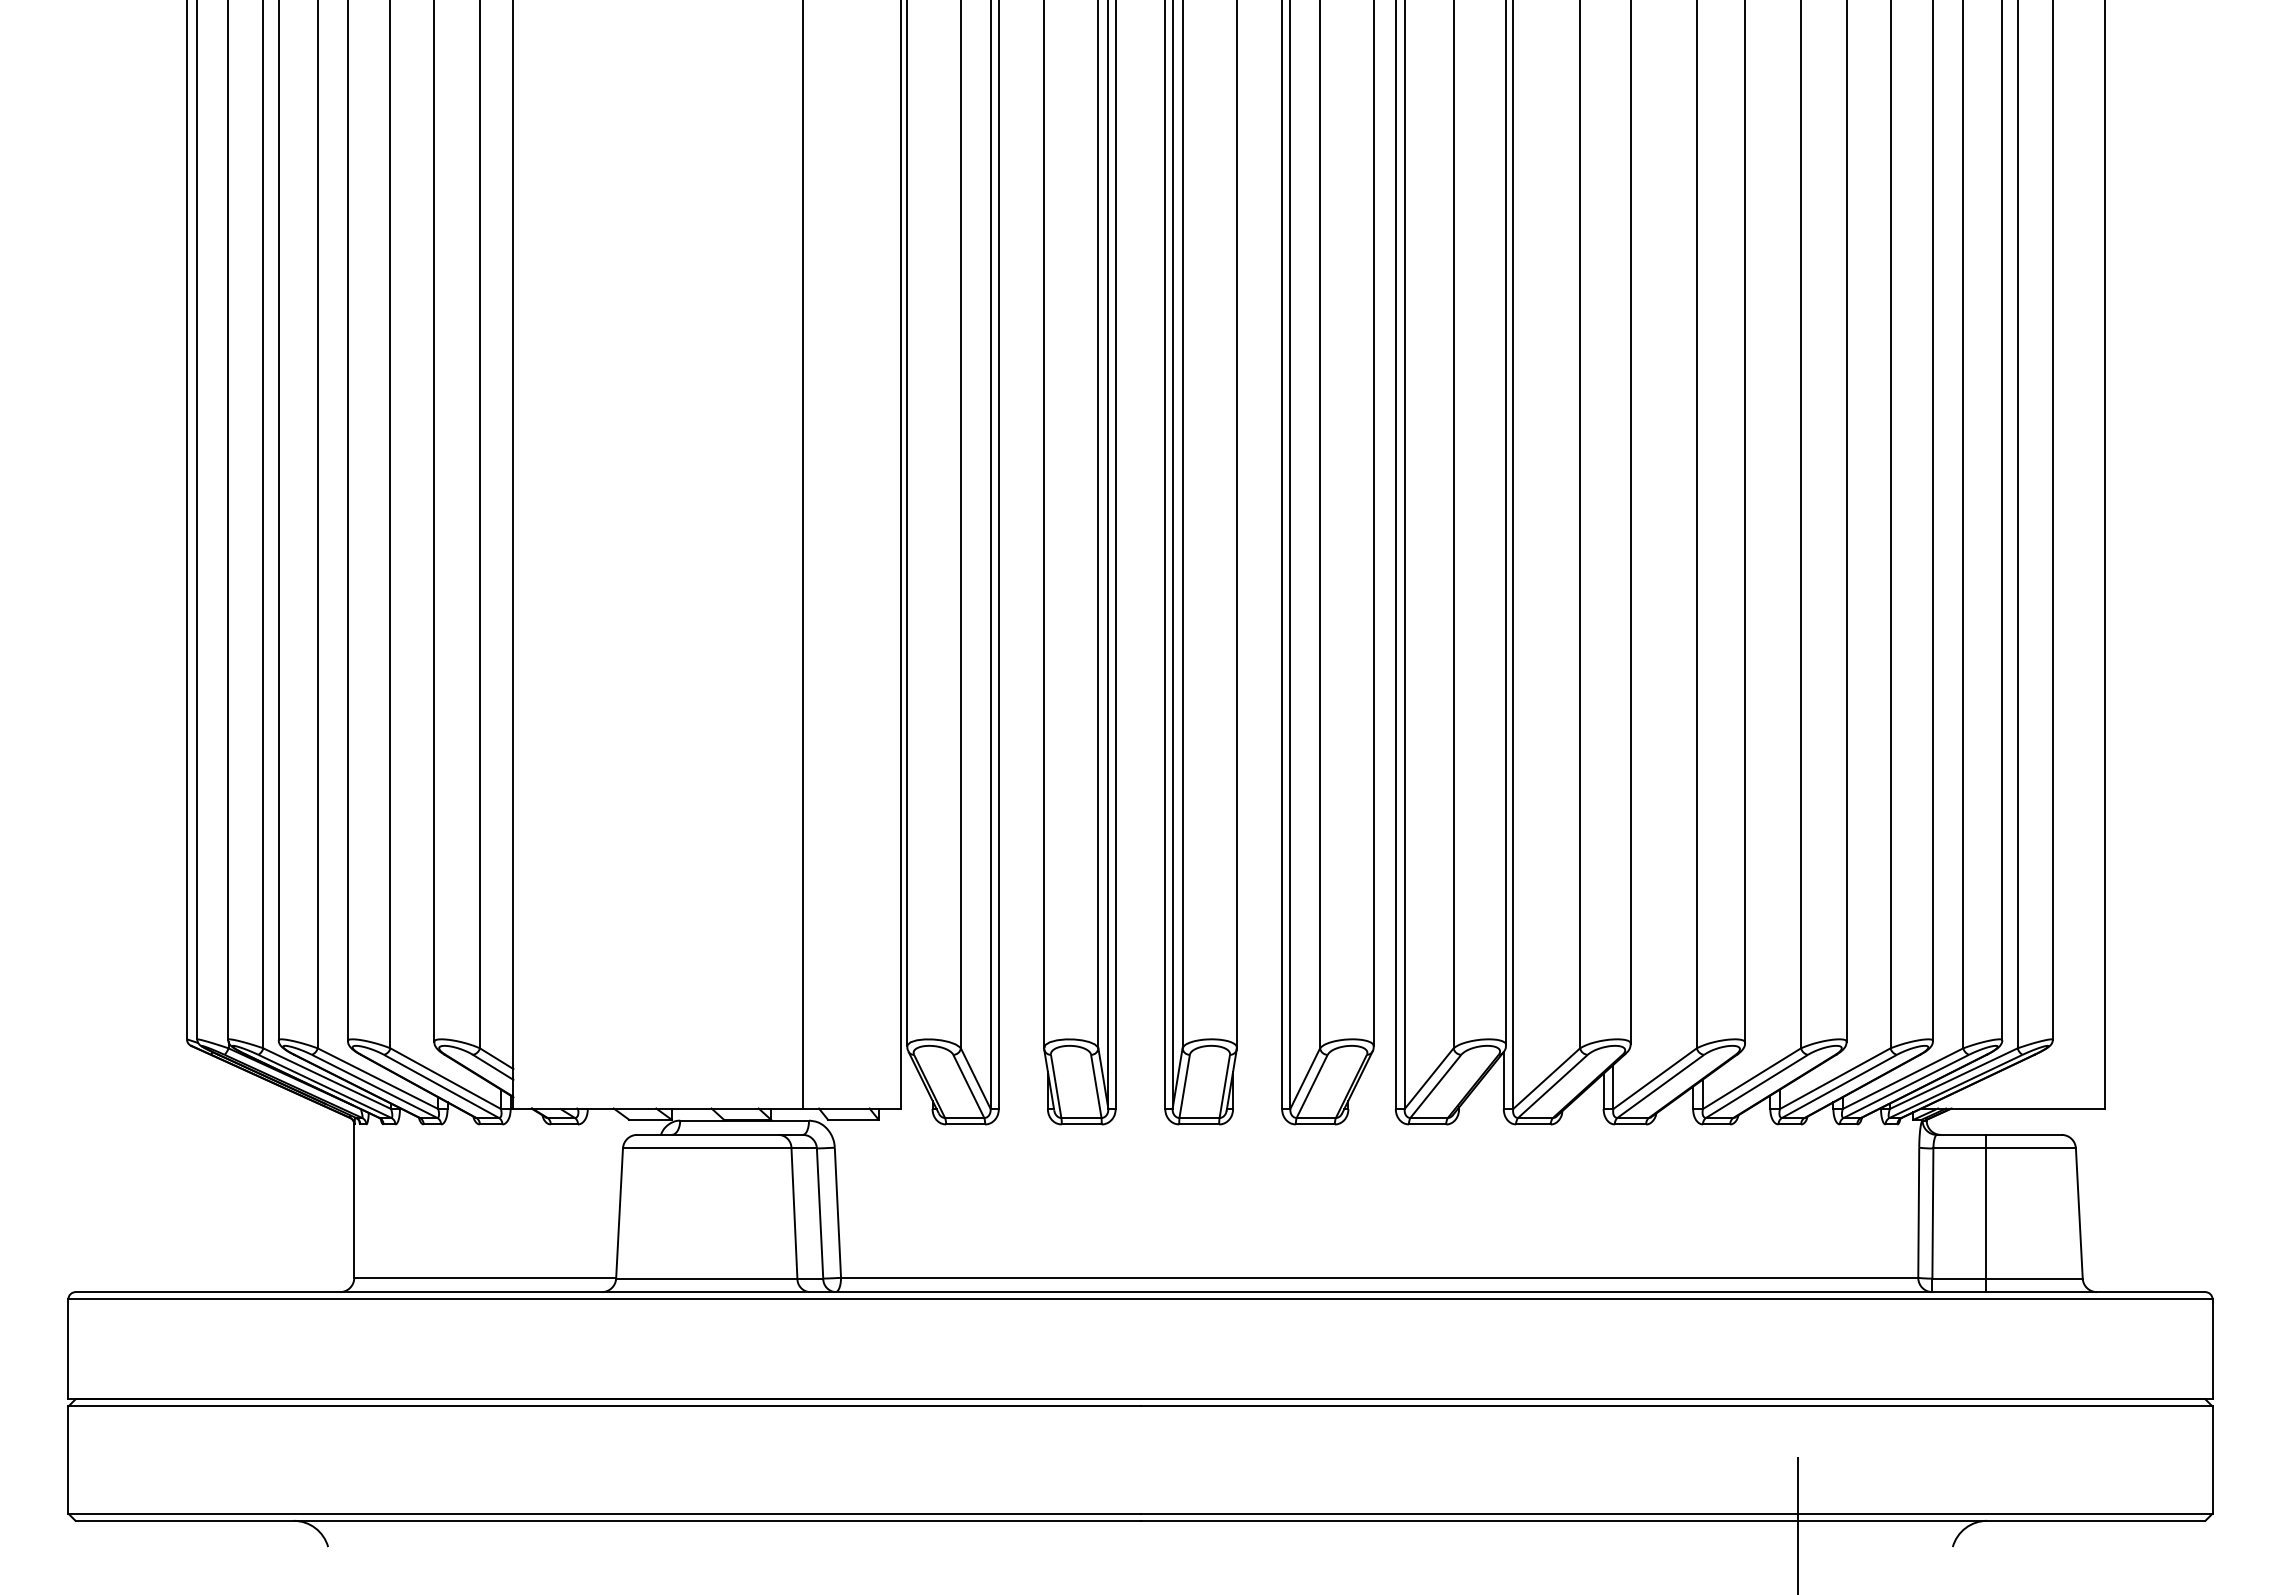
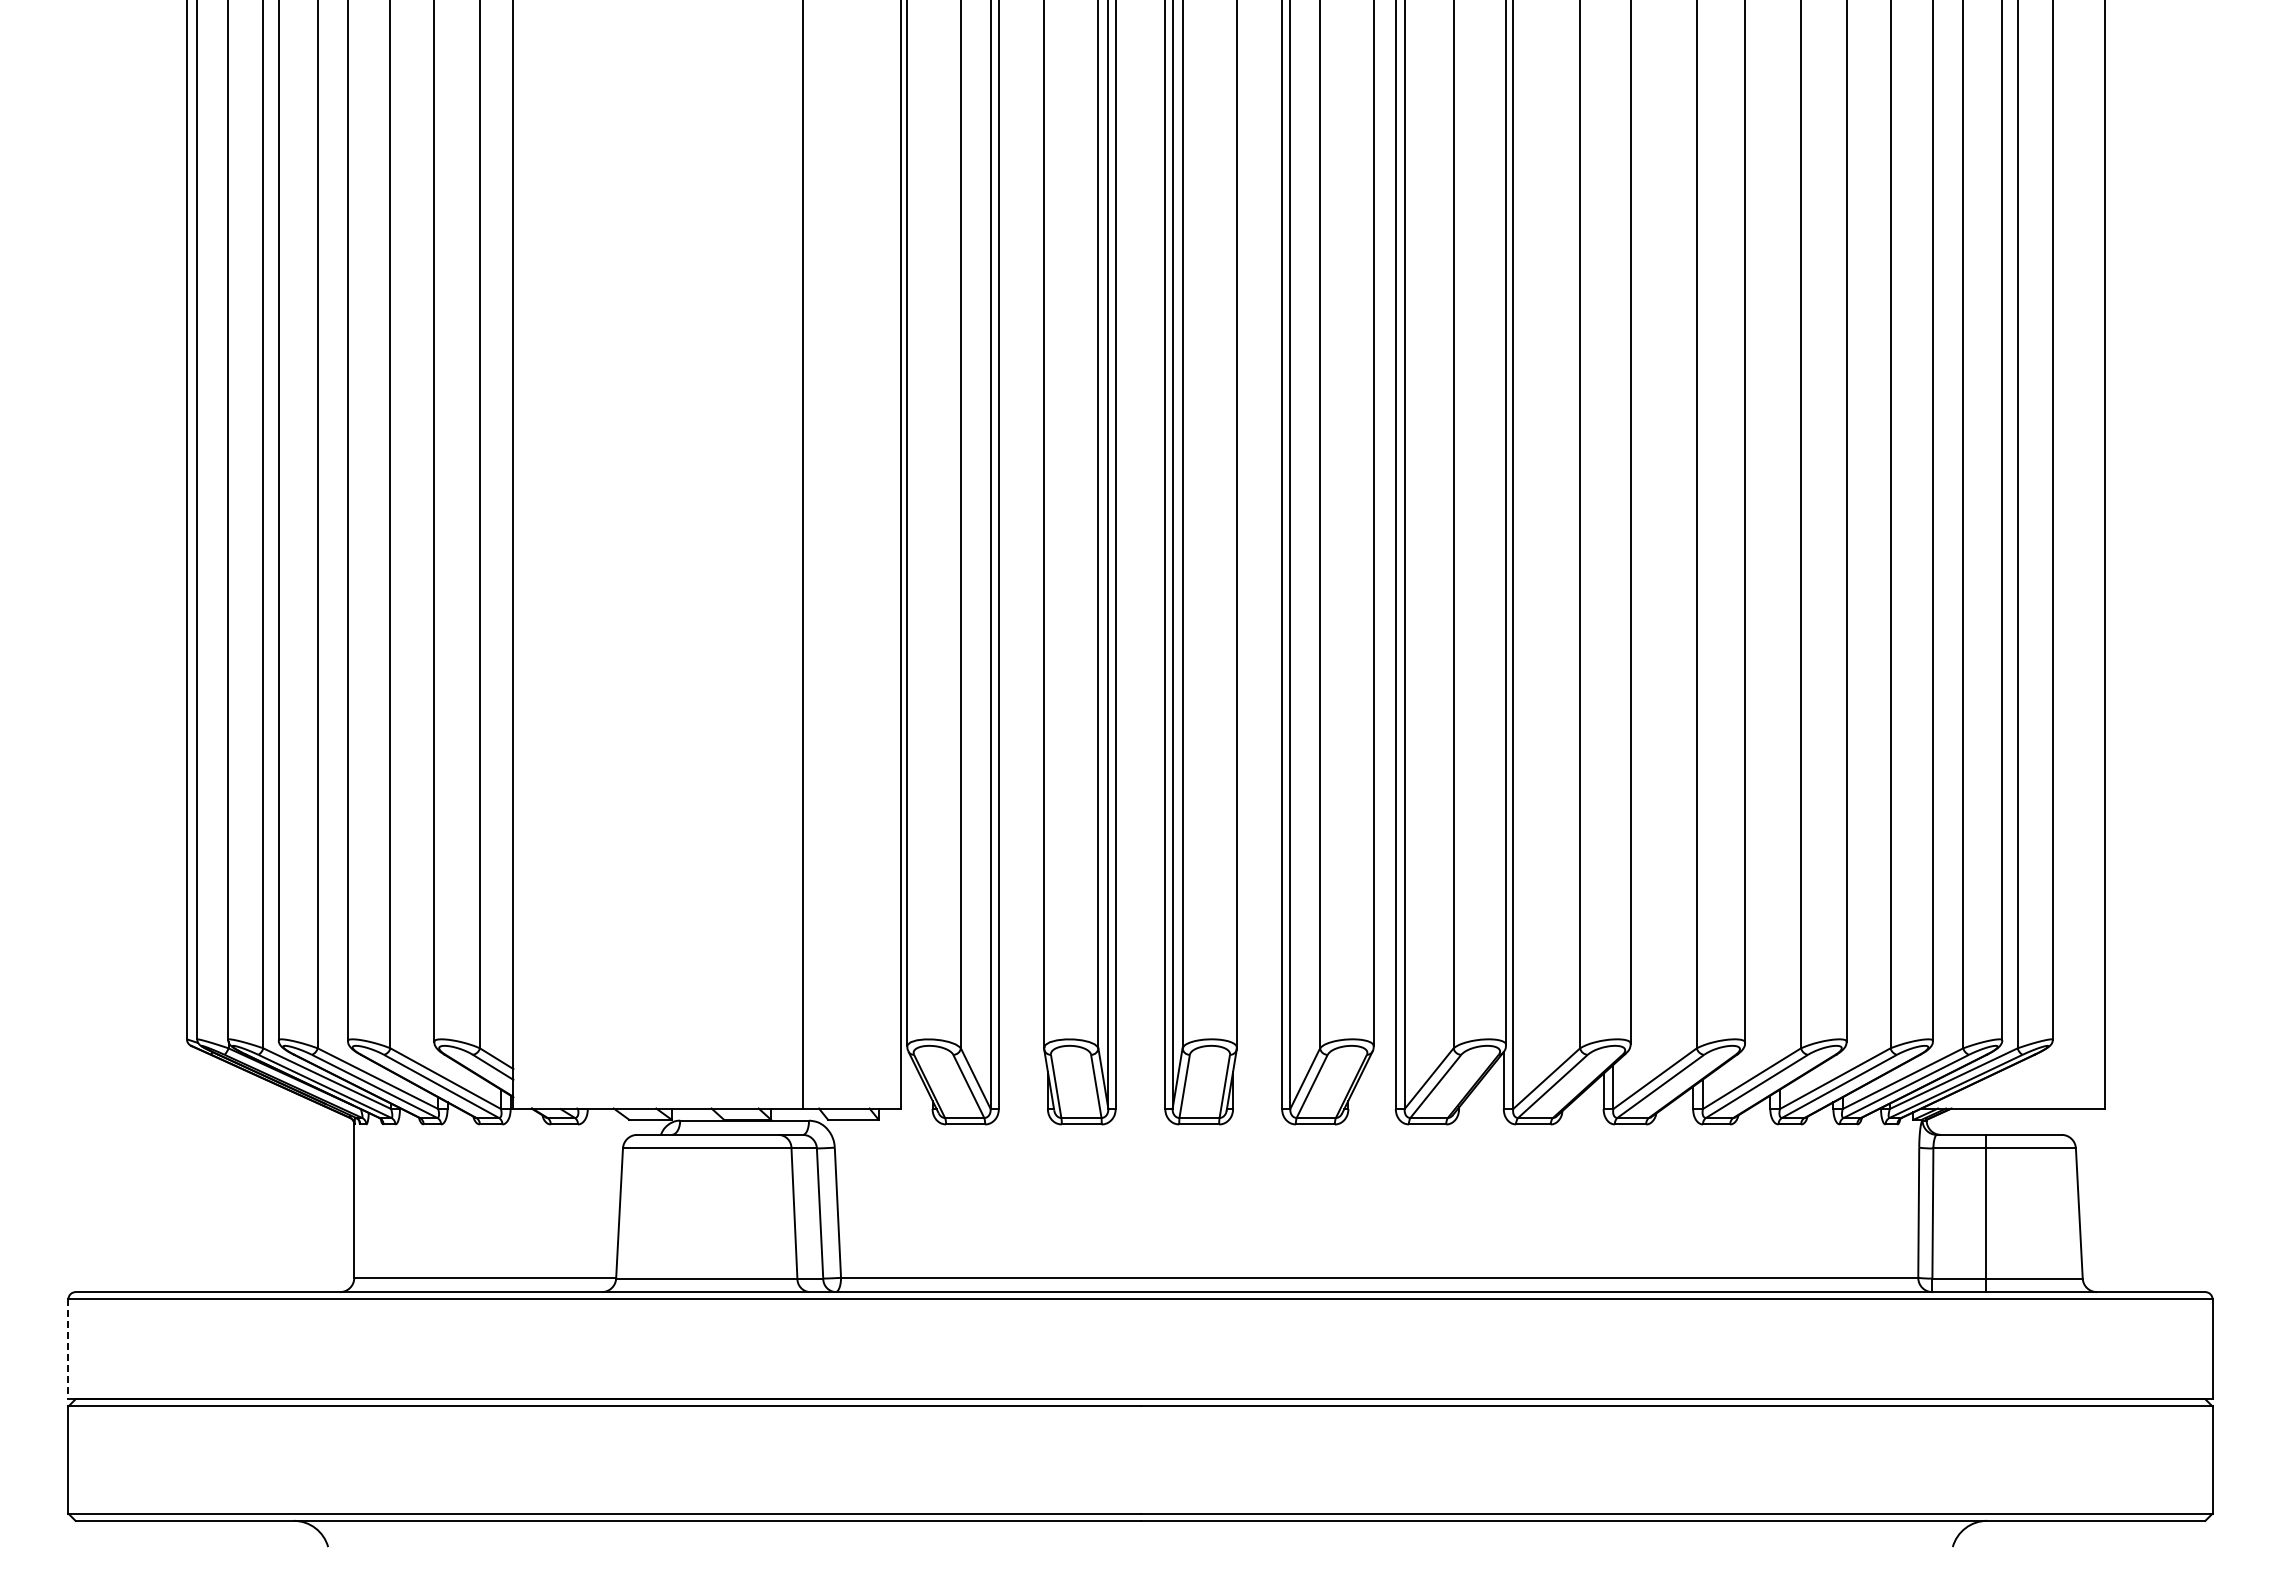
line at (68, 1349): solid -> dashed
line at (1798, 1523): present -> none
